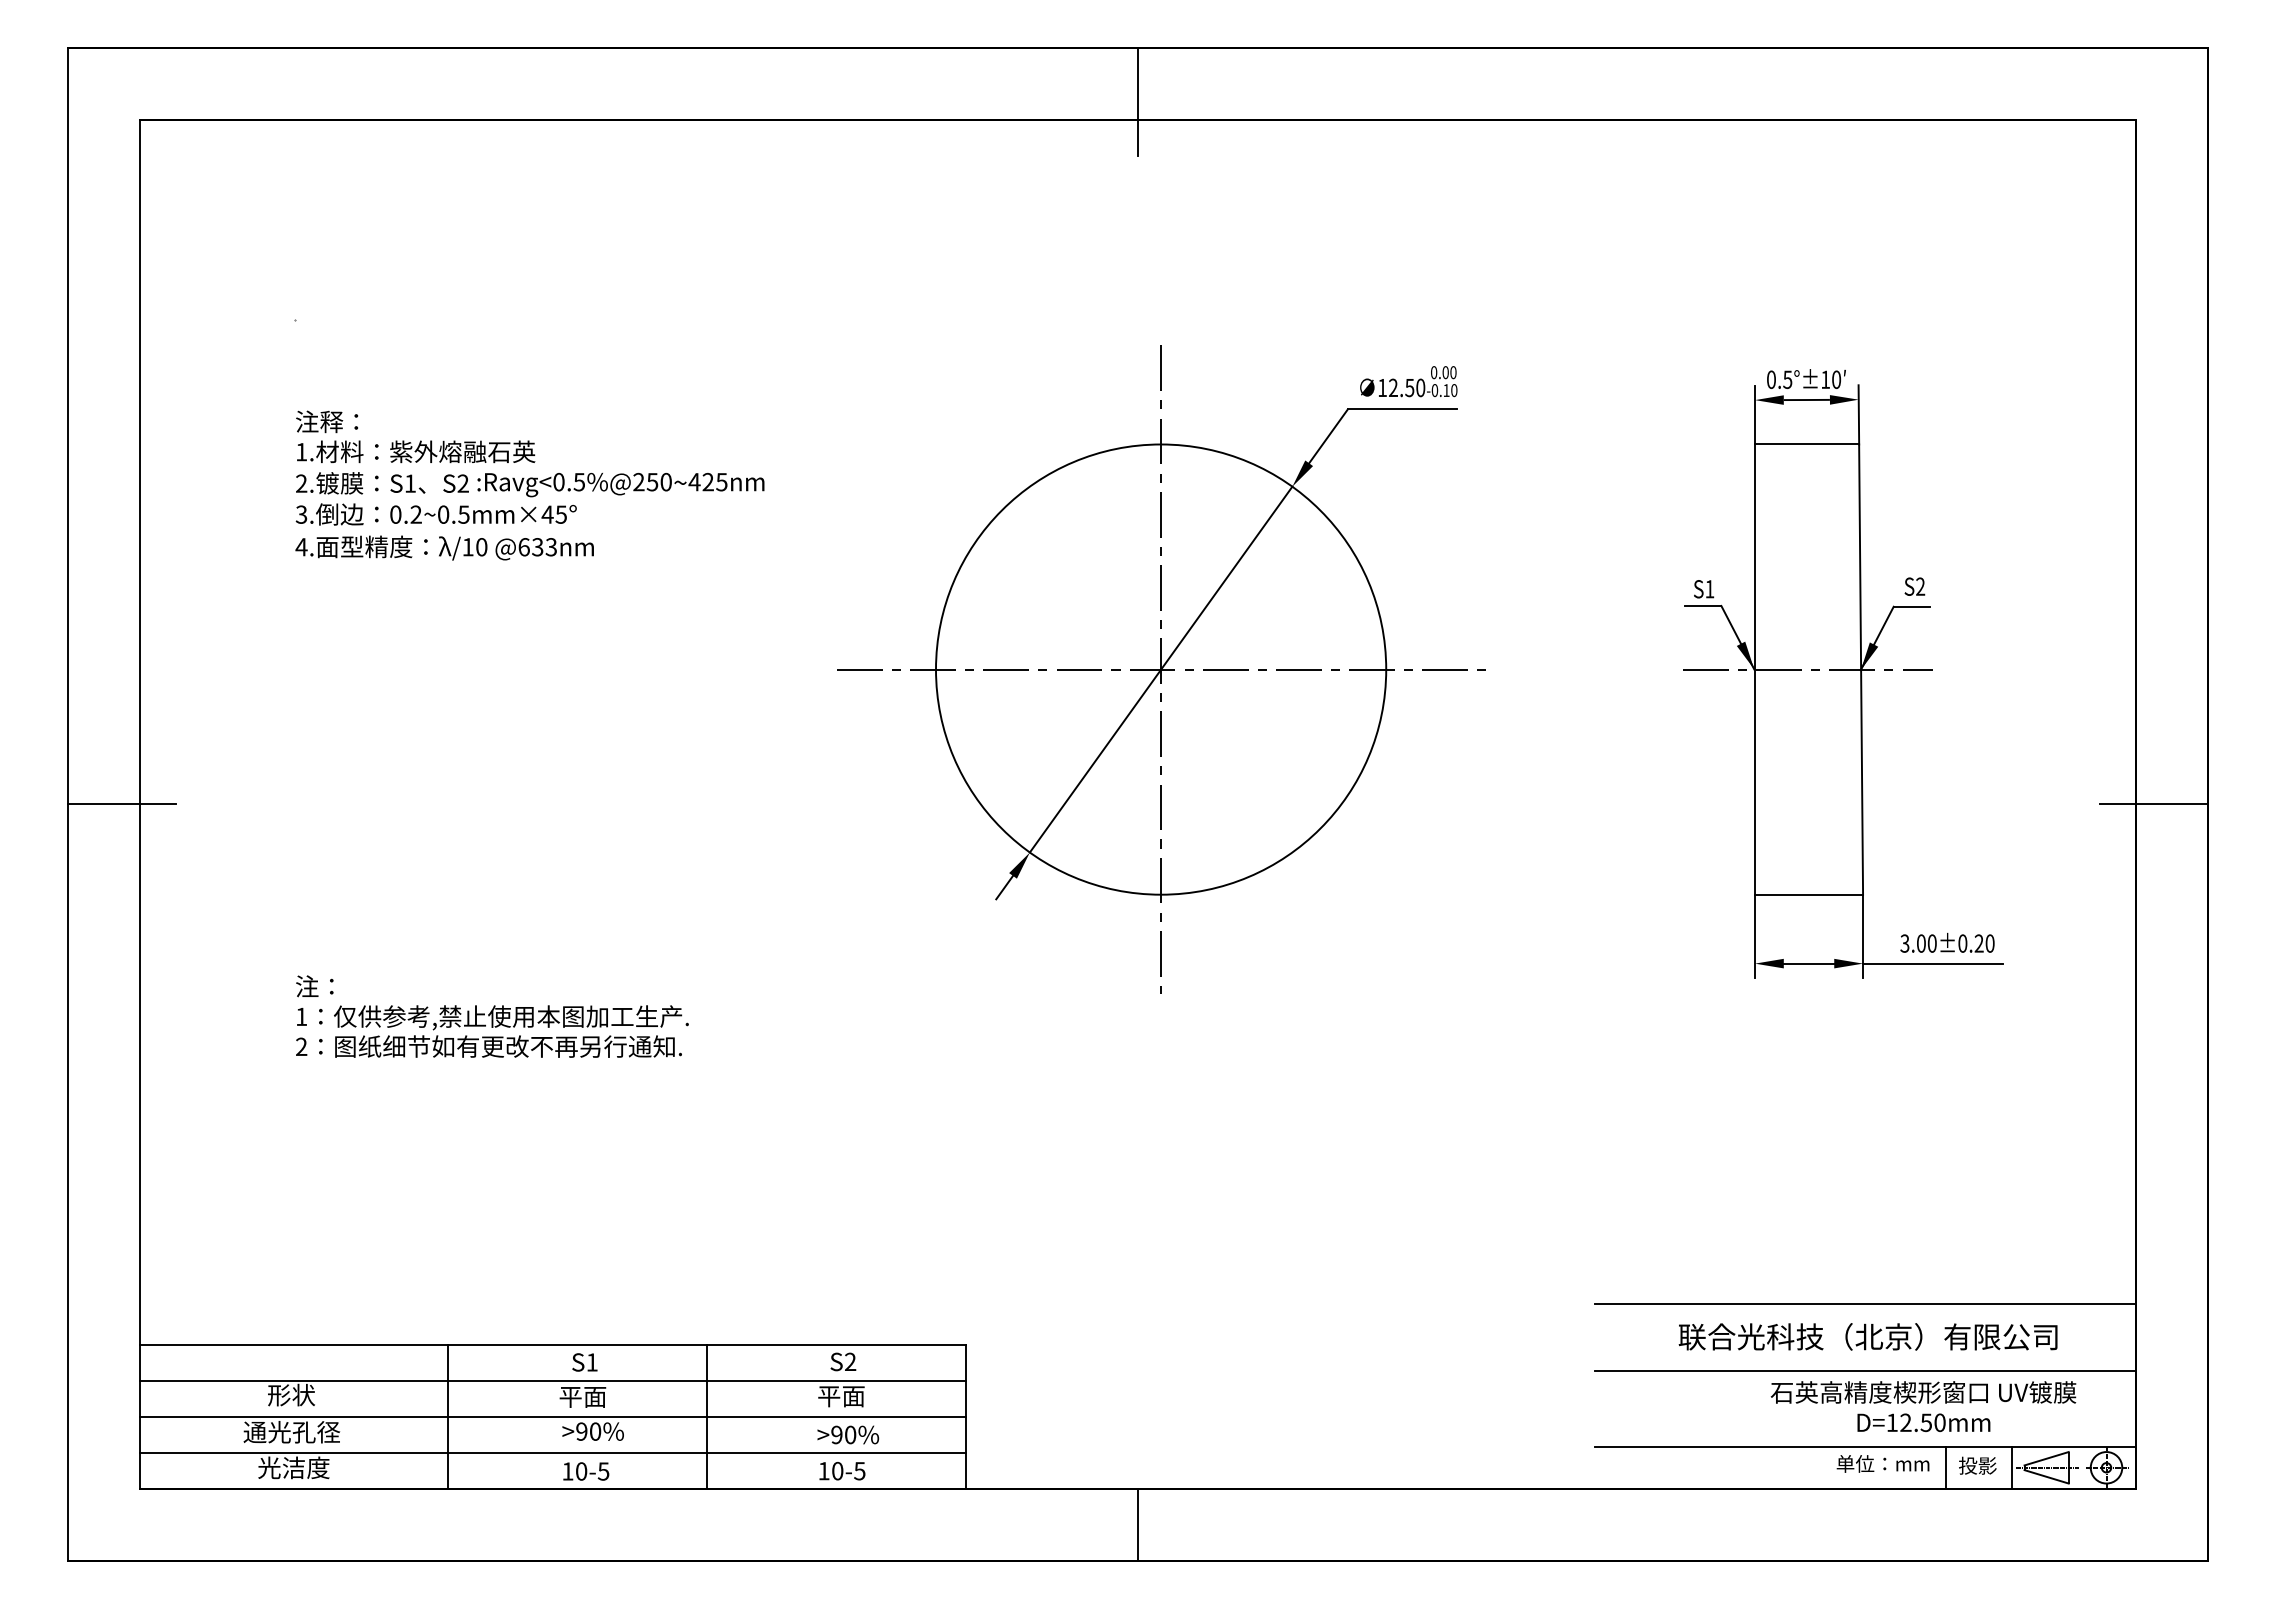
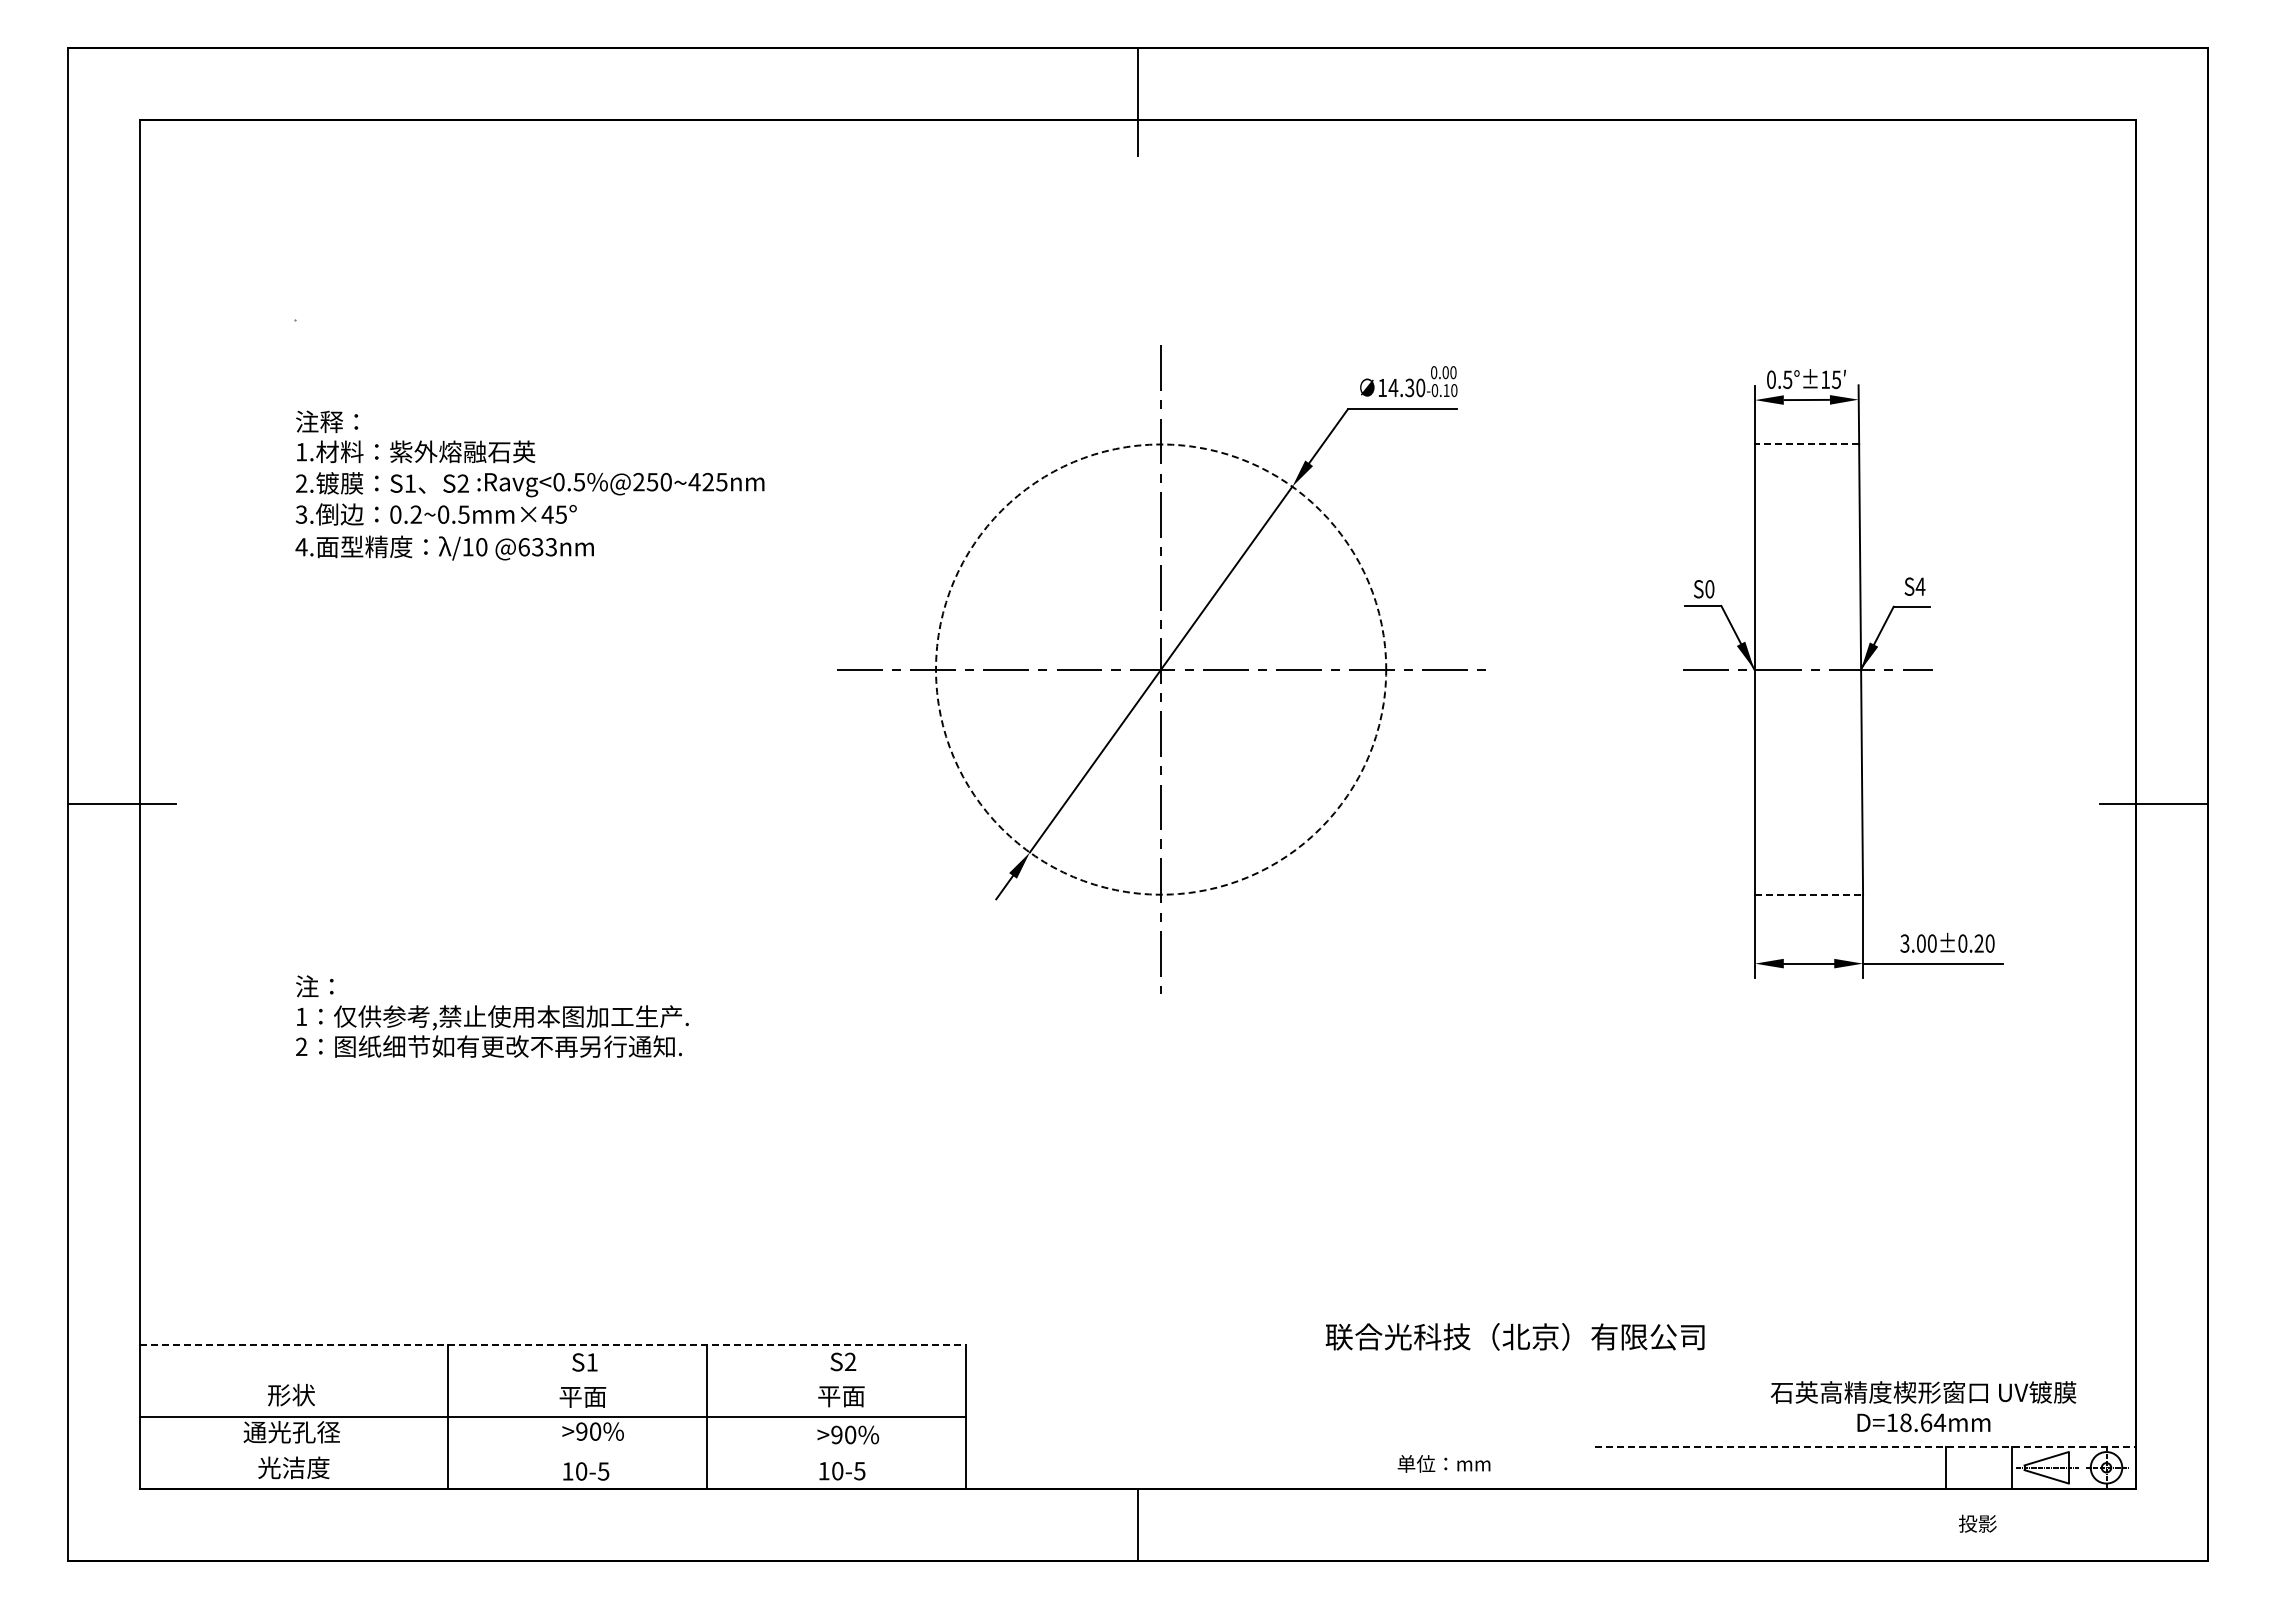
text at (1836, 379): 0.5°±10 -> 0.5°±15
text at (1401, 387): 12.50 -> 14.30
line at (1806, 444): solid -> dashed
text at (1920, 586): S2 -> S4
text at (1709, 589): S1 -> S0
circle at (1161, 669): solid -> dashed
line at (1809, 894): solid -> dashed
line at (1865, 1303): present -> none
text at (1867, 1336) position: (1867, 1336) -> (1514, 1336)
line at (553, 1344): solid -> dashed
line at (1865, 1371): present -> none
line at (553, 1380): present -> none
text at (1923, 1422): ^JD=12.50mm -> ^JD=18.64mm
line at (1866, 1446): solid -> dashed
line at (553, 1452): present -> none
text at (1882, 1463) position: (1882, 1463) -> (1443, 1463)
text at (1977, 1465) position: (1977, 1465) -> (1977, 1523)
